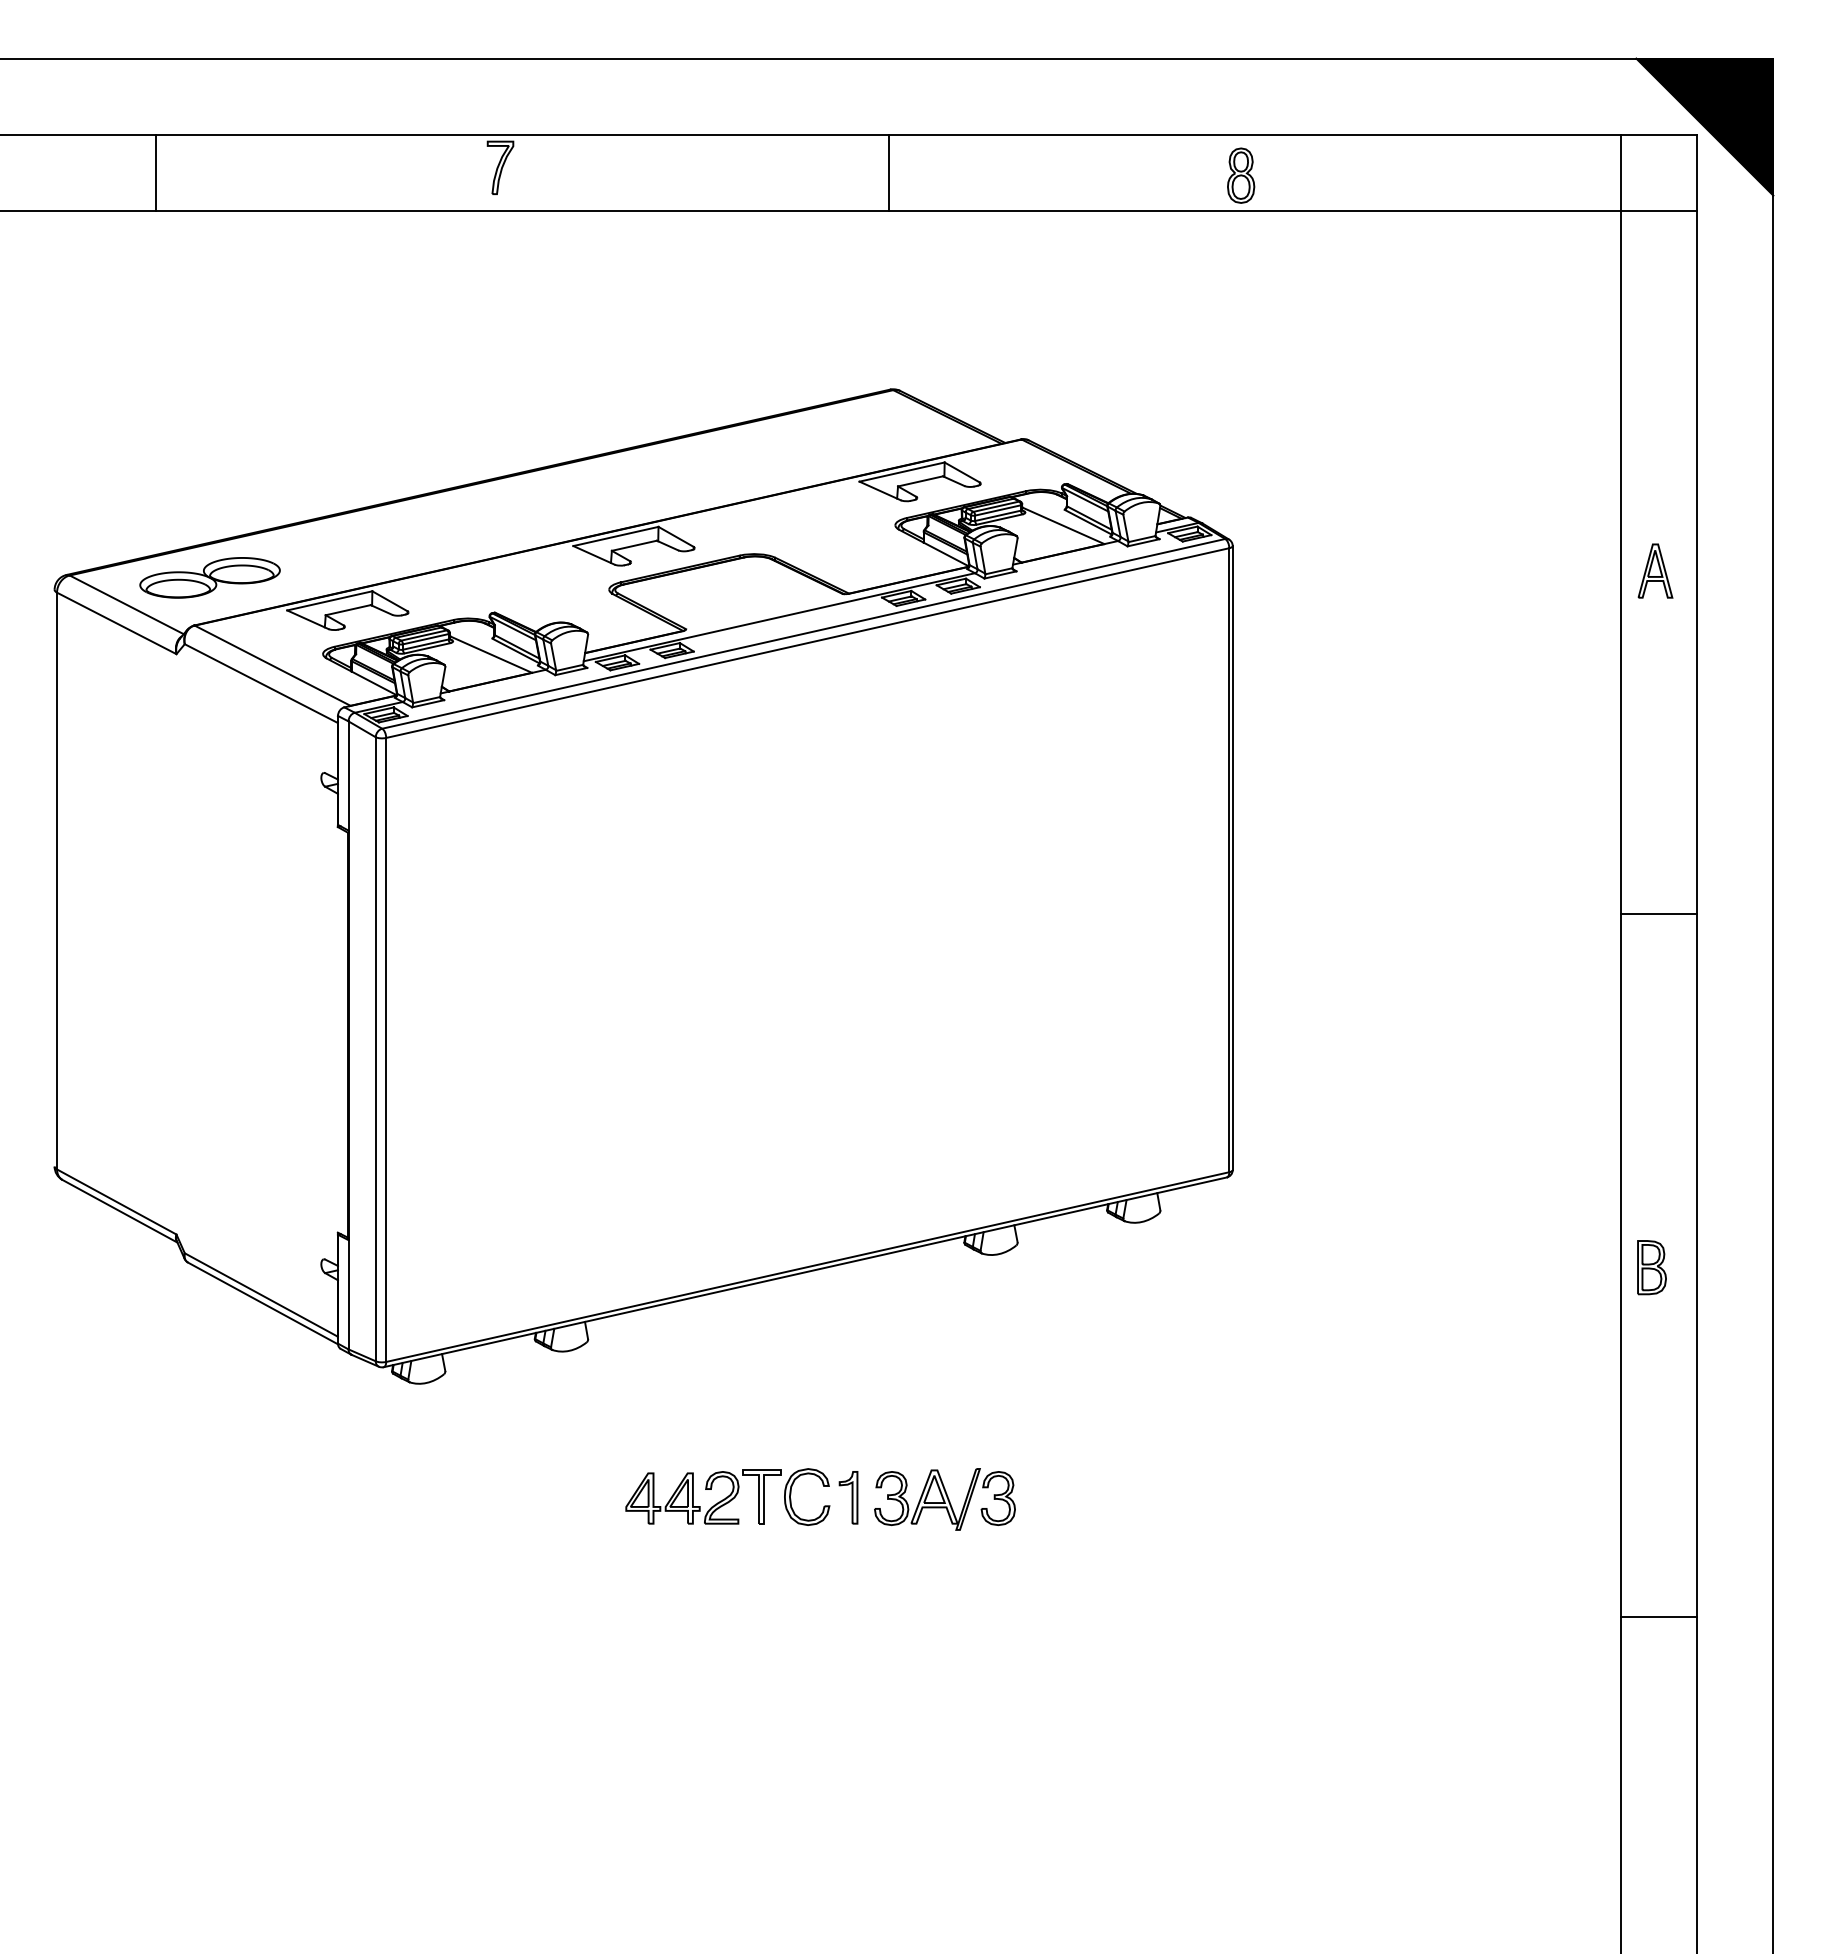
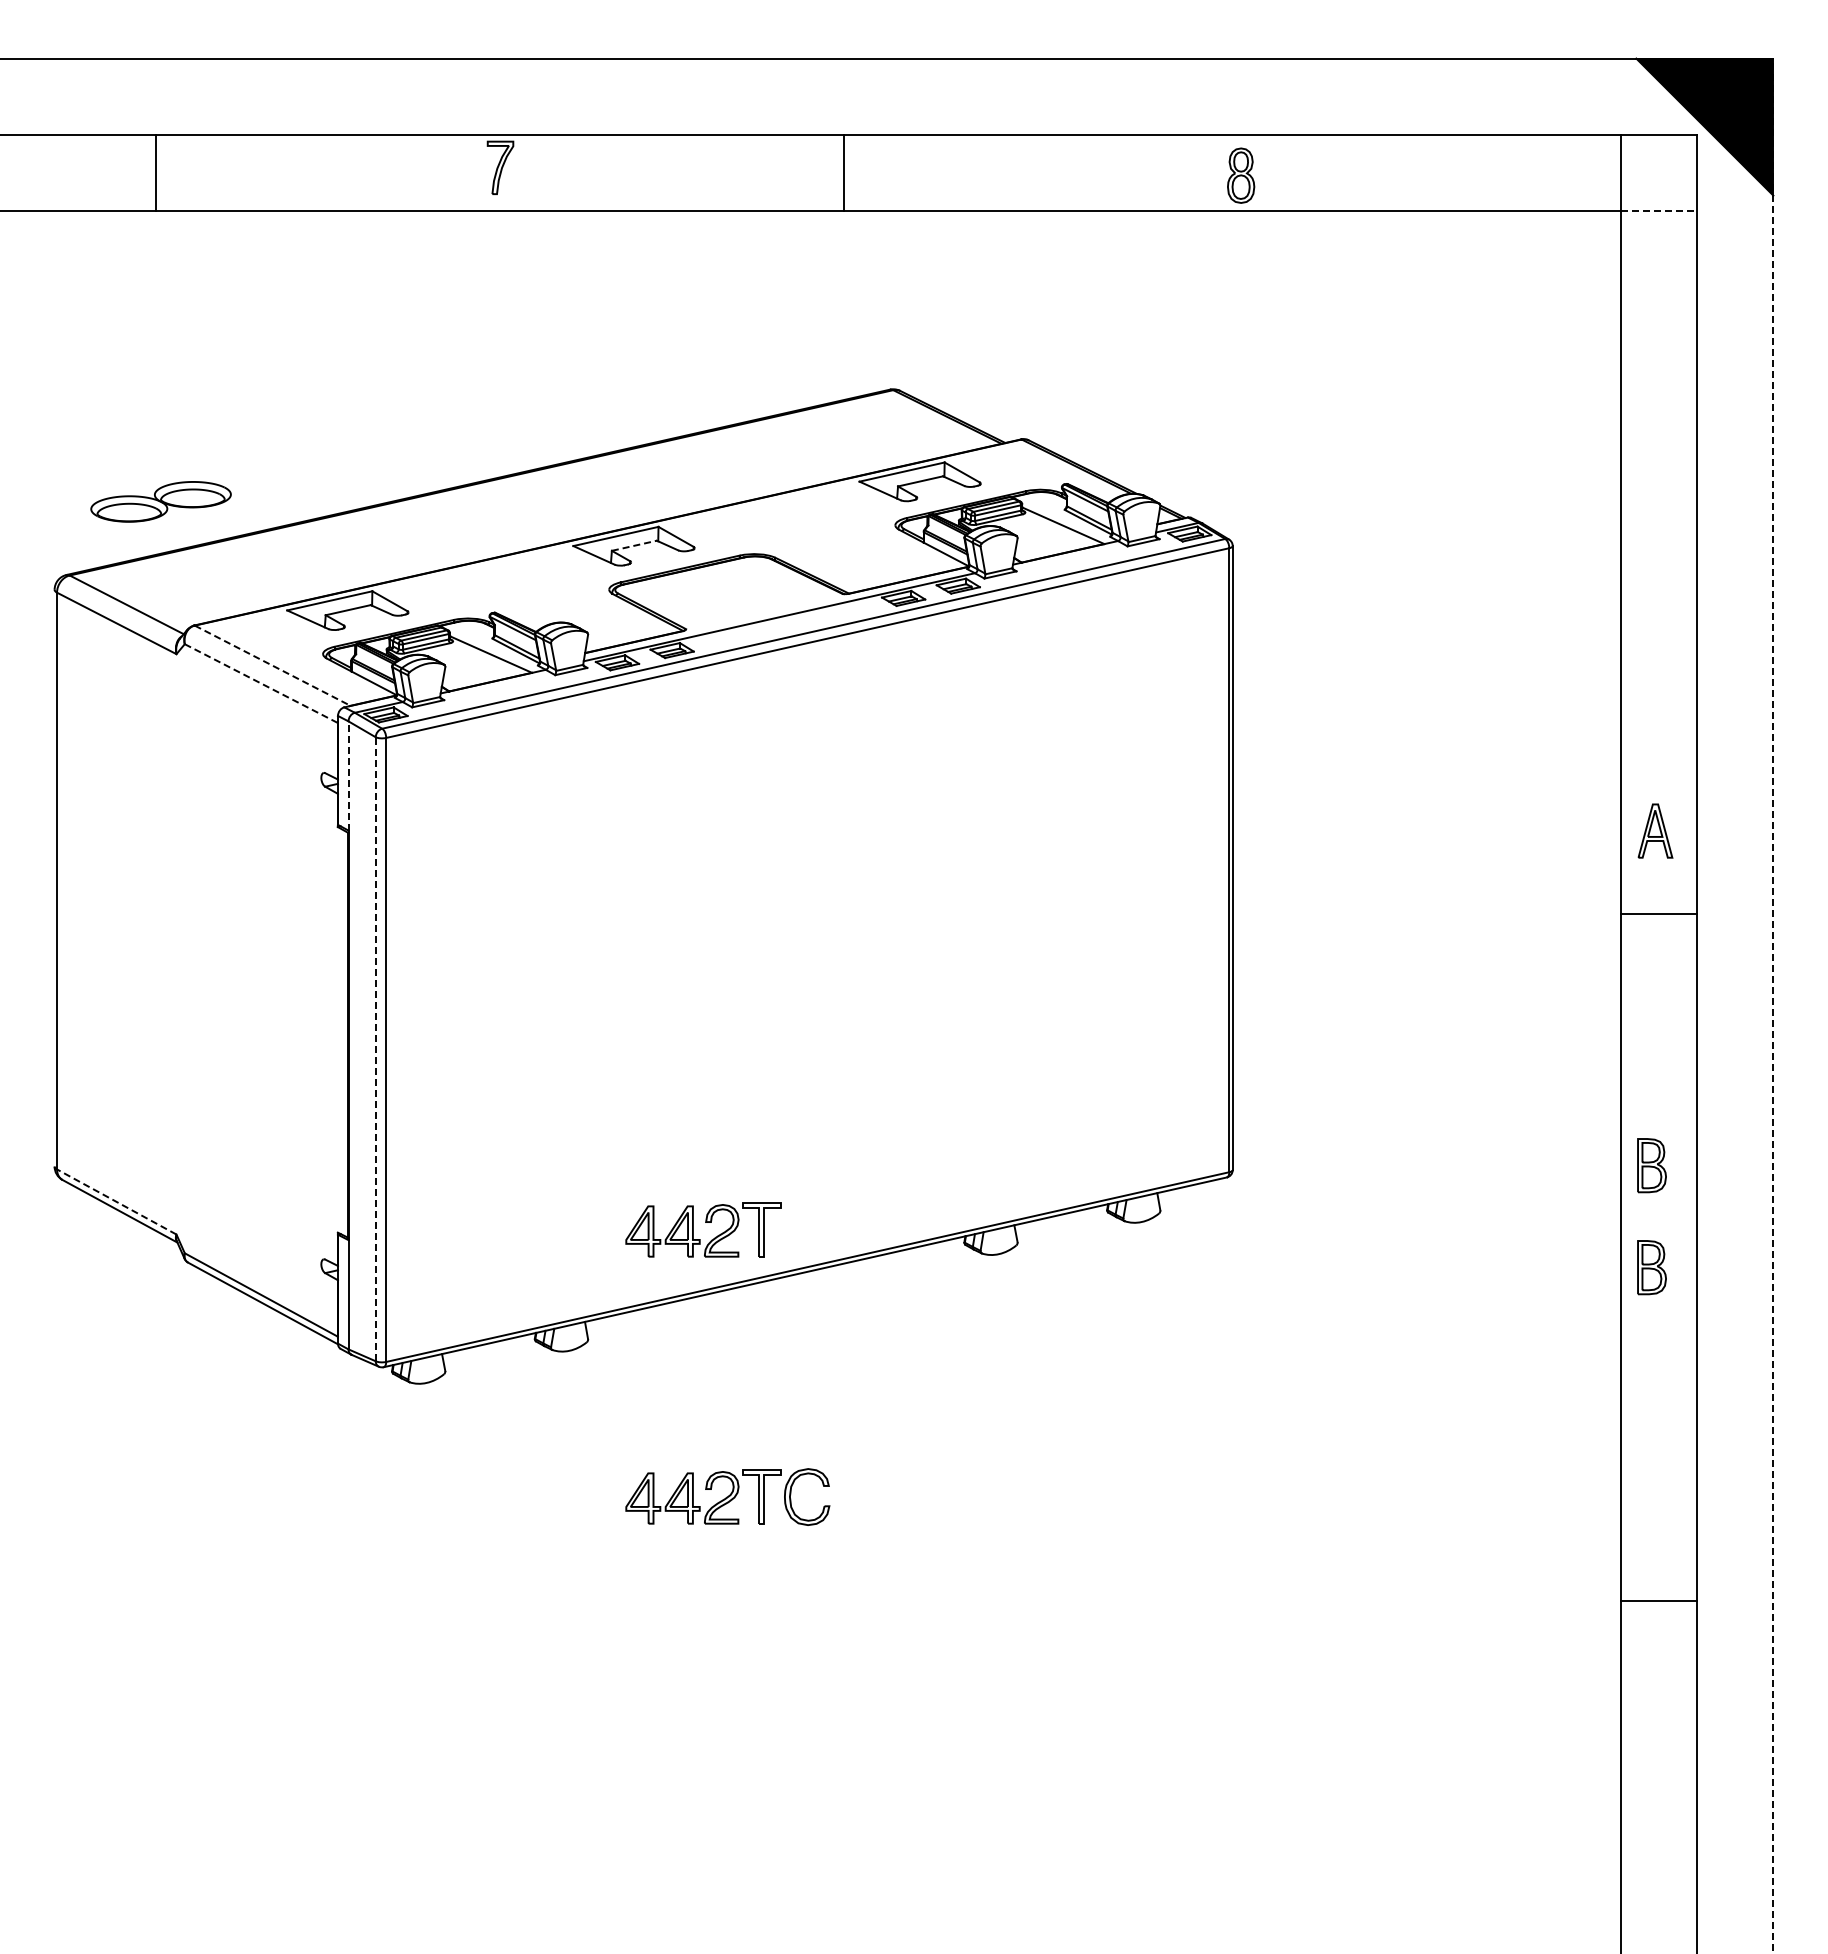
line at (888, 172) position: (888, 172) -> (843, 172)
line at (1659, 210): solid -> dashed
line at (634, 545): solid -> dashed
part at (1655, 570) position: (1655, 570) -> (1655, 830)
part at (209, 577) position: (209, 577) -> (160, 501)
line at (272, 665): solid -> dashed
line at (261, 683): solid -> dashed
line at (348, 776): solid -> dashed
line at (1773, 1005): solid -> dashed
line at (375, 1048): solid -> dashed
part at (1651, 1165): none -> present
line at (116, 1201): solid -> dashed
part at (705, 1222): none -> present
part at (848, 1497): present -> none
part at (944, 1499): present -> none
line at (1659, 1616) position: (1659, 1616) -> (1659, 1600)
